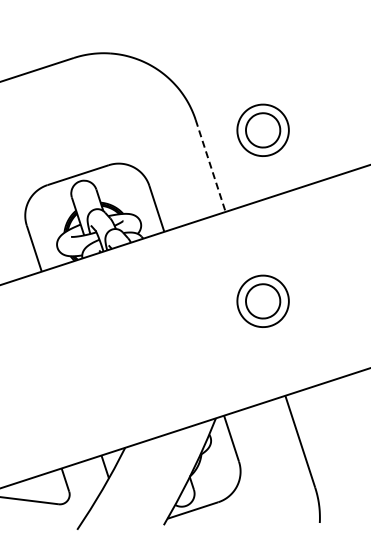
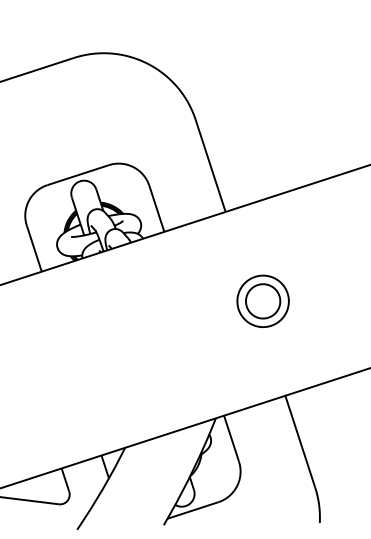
part at (262, 129): present -> none
line at (210, 166): dashed -> solid
